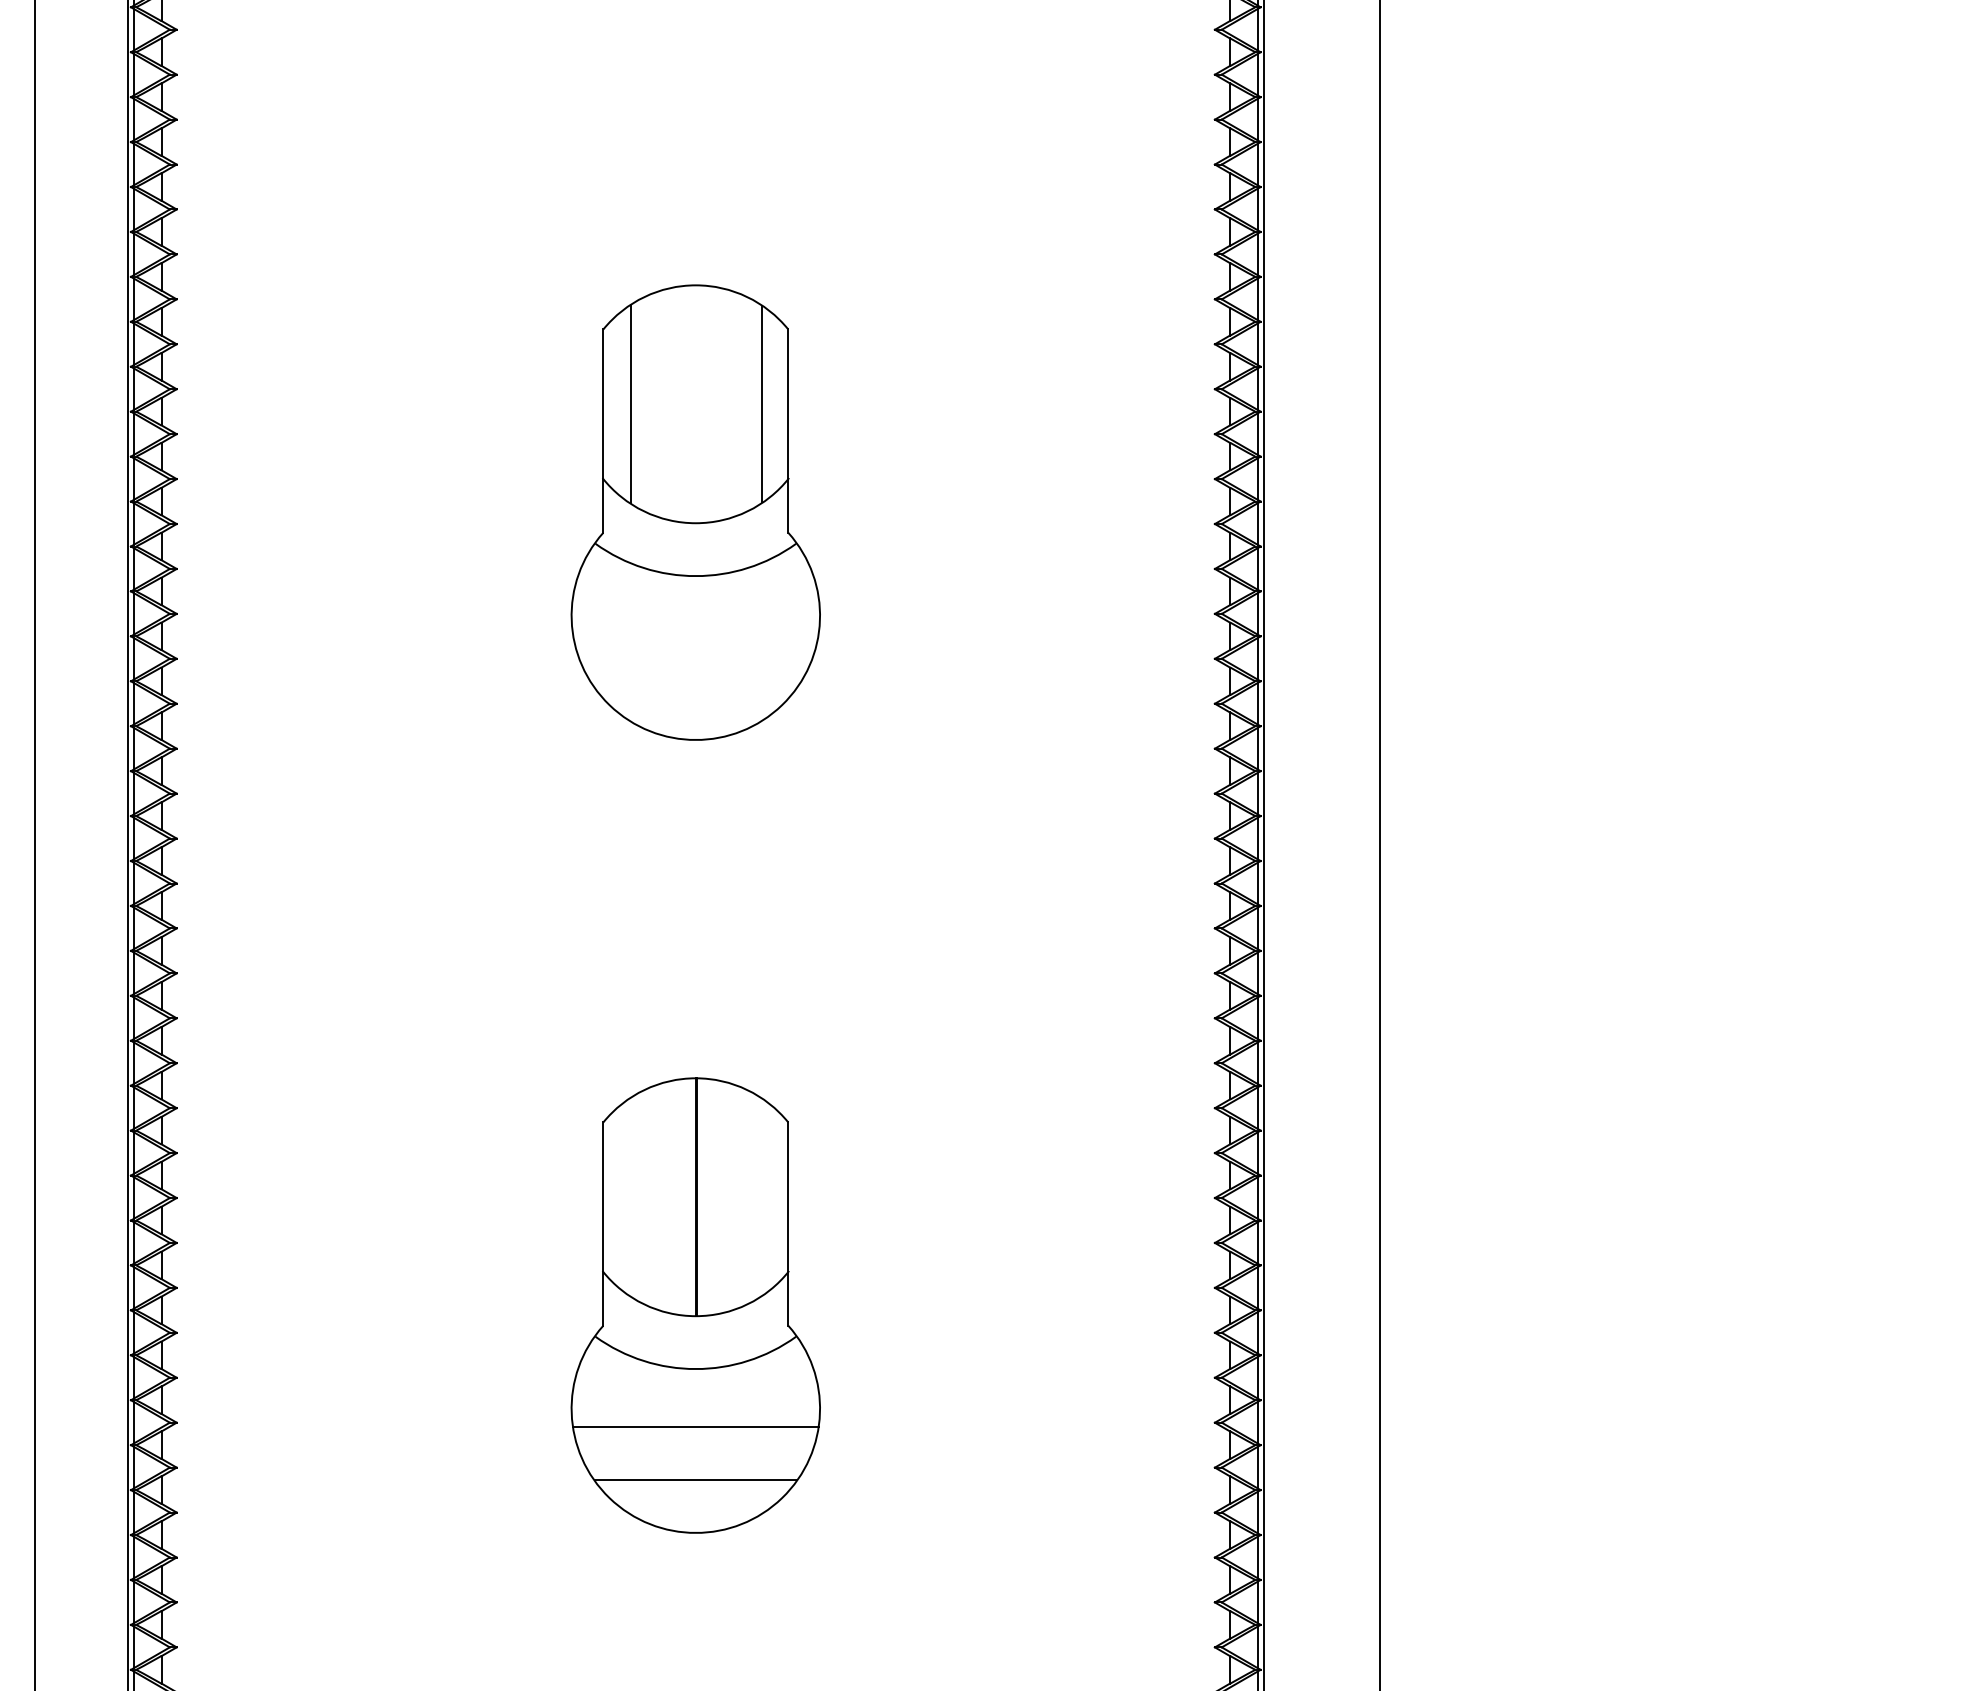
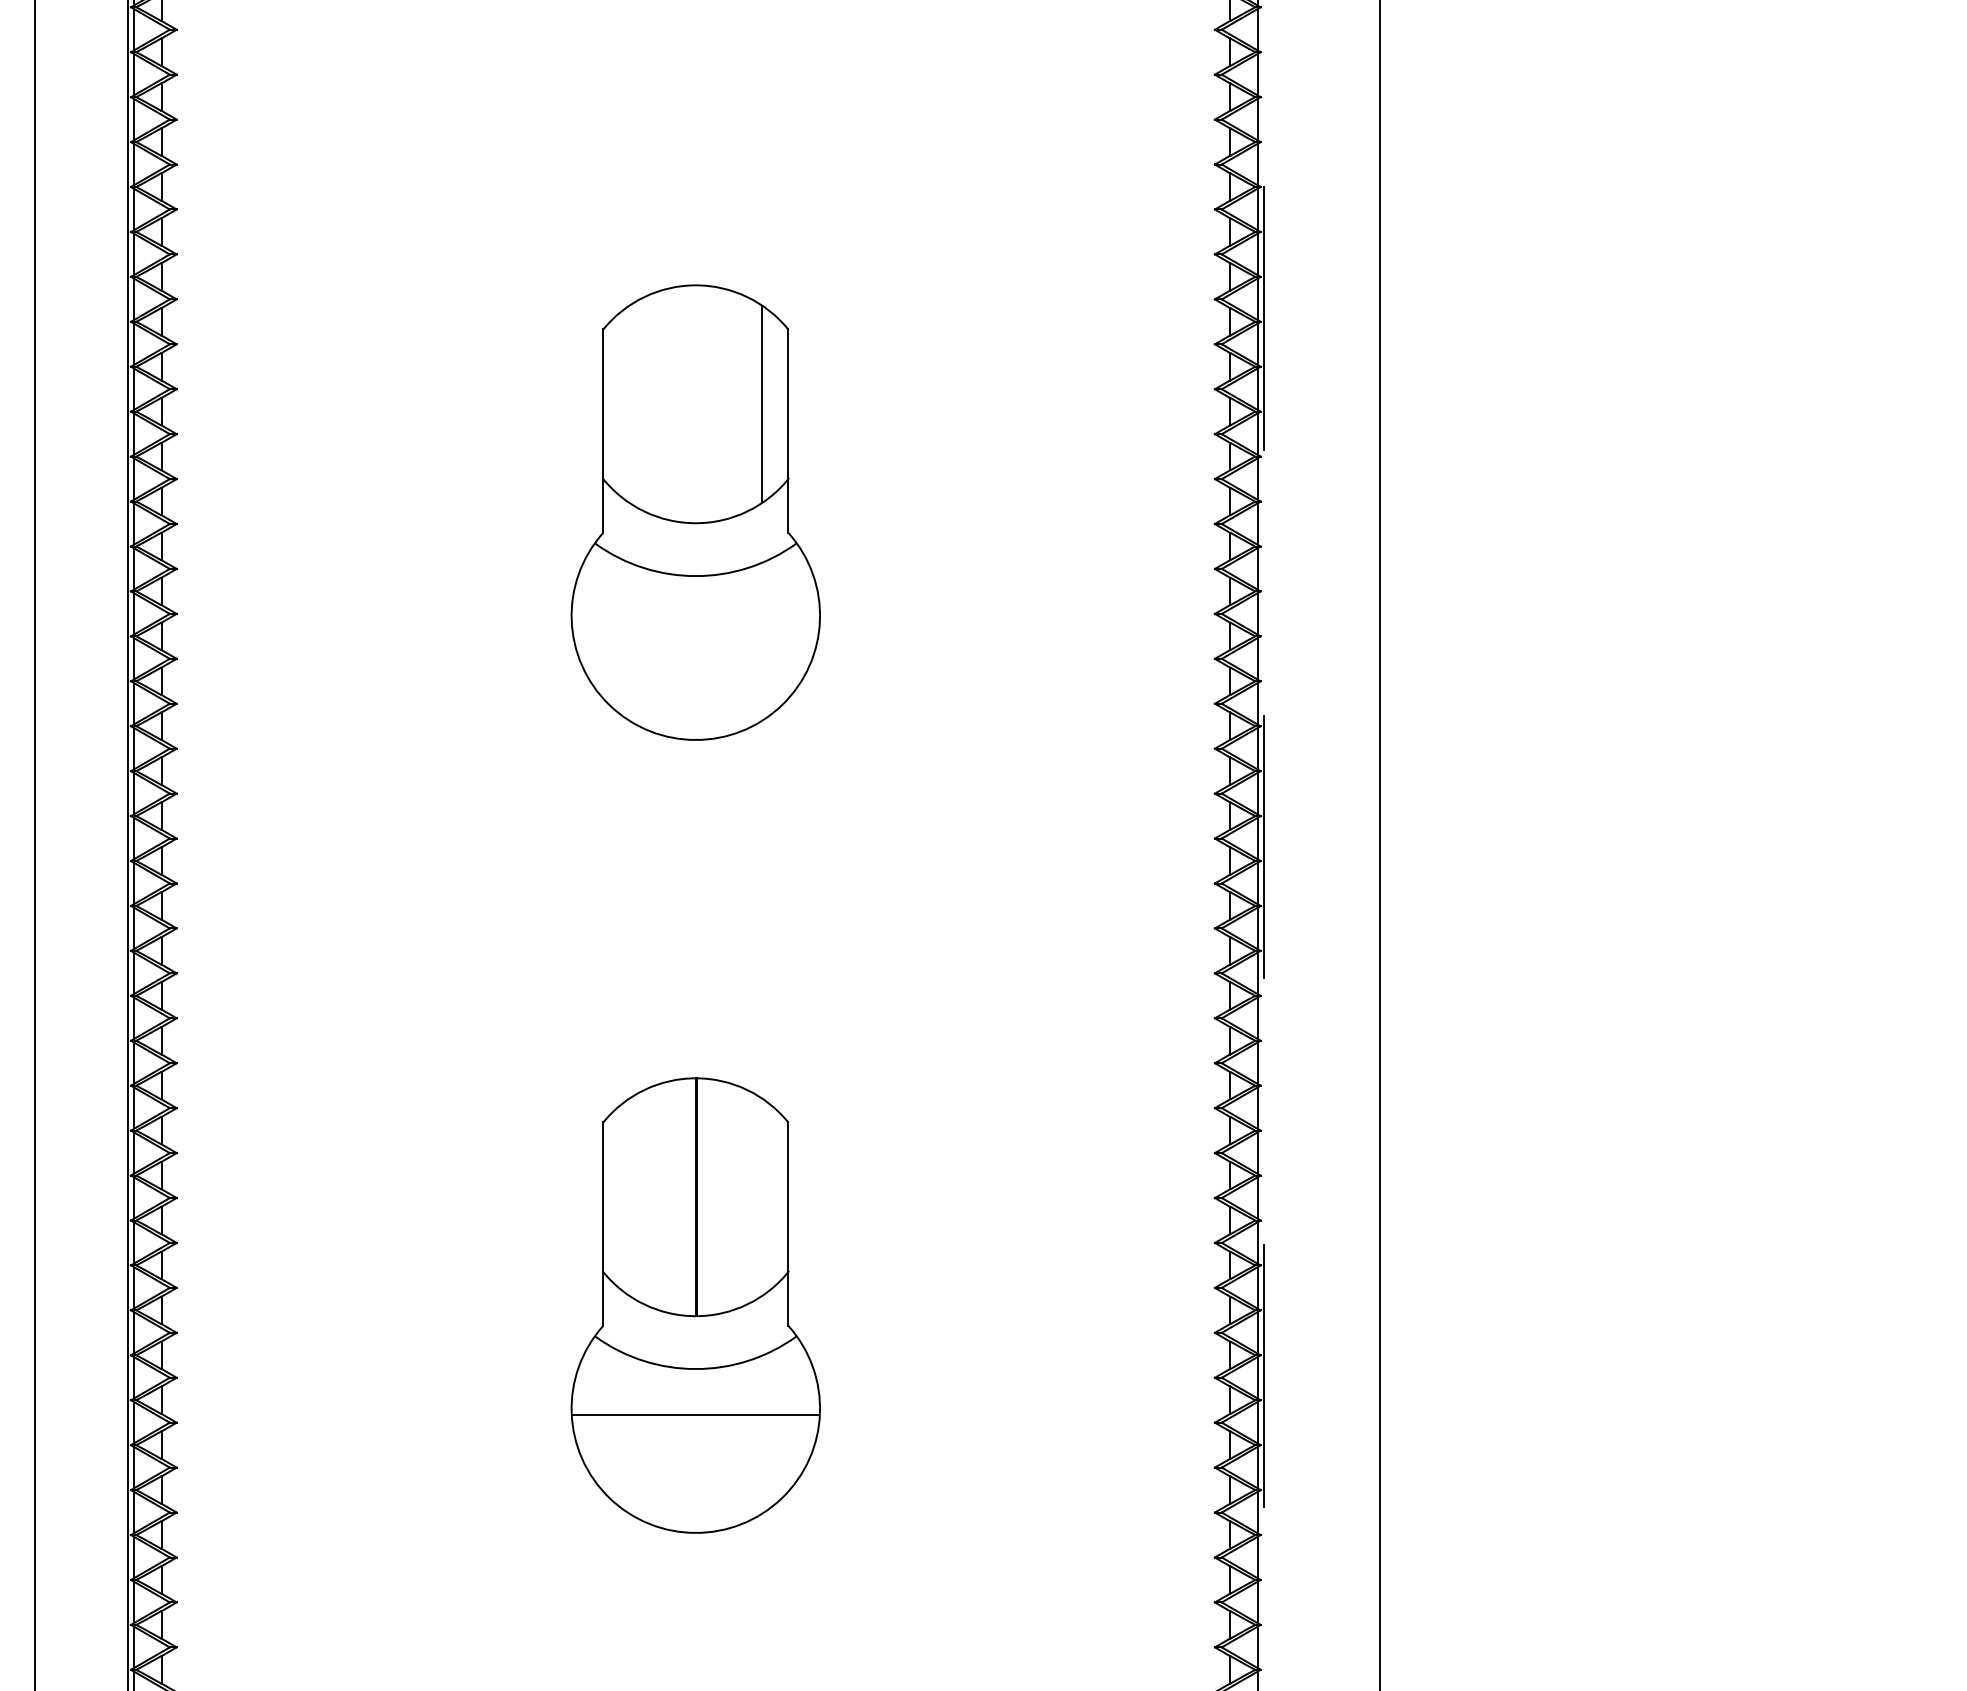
line at (630, 403): present -> none
line at (1264, 845): solid -> dashed
line at (695, 1427) position: (695, 1427) -> (695, 1415)
line at (695, 1480): present -> none
